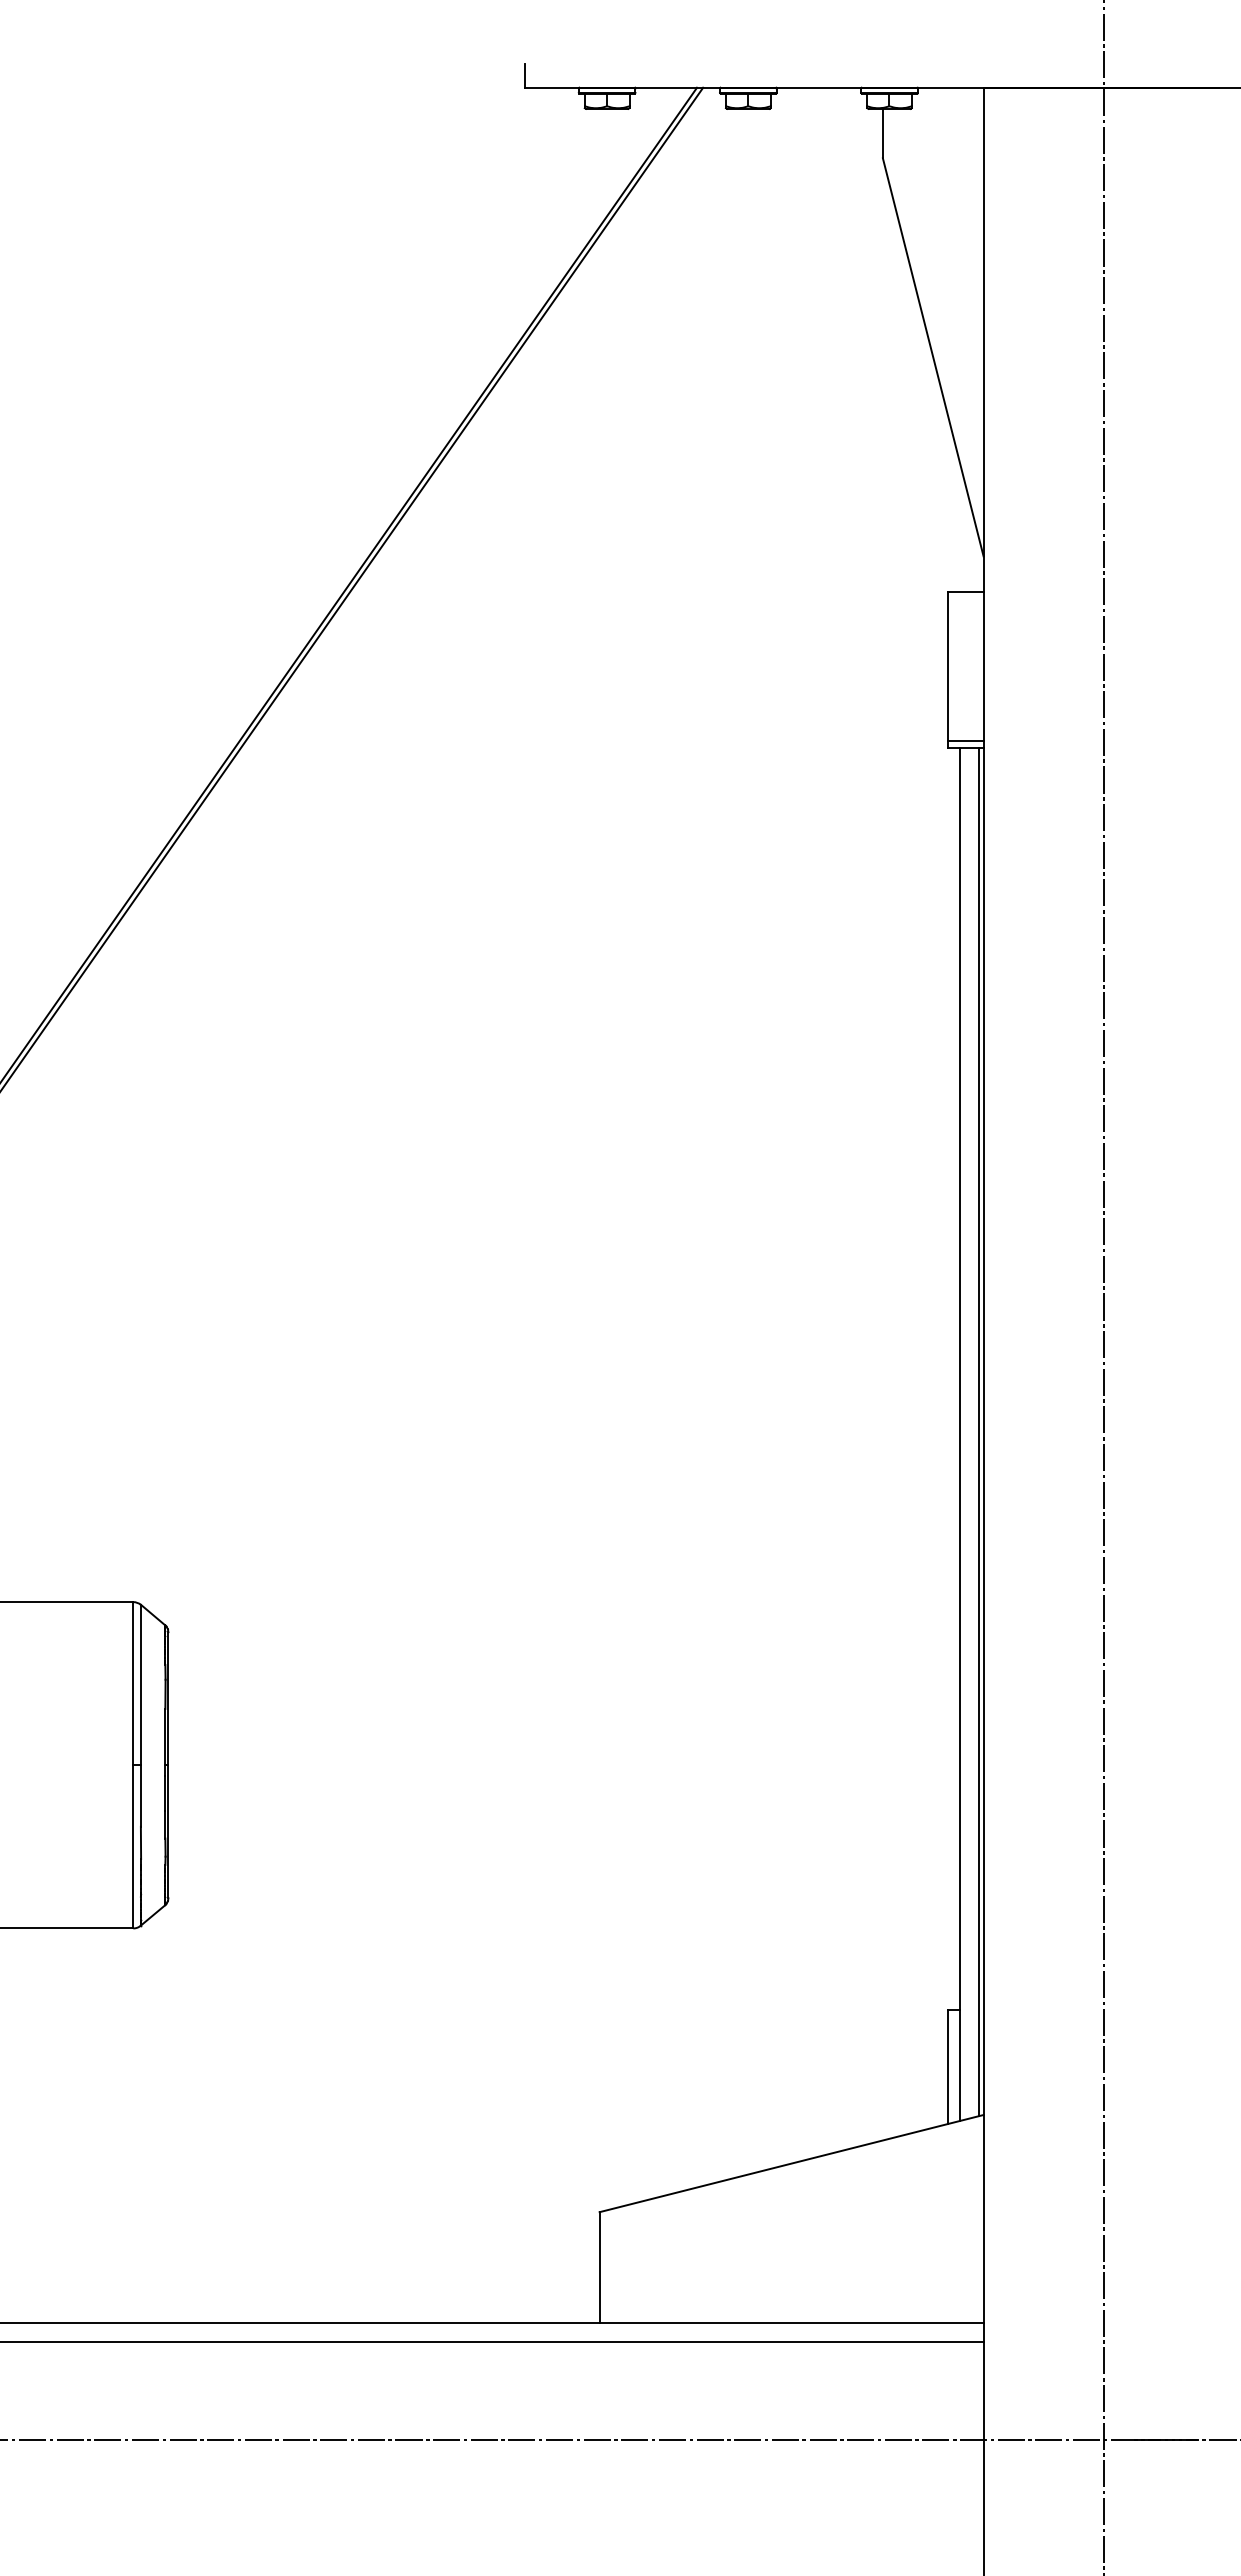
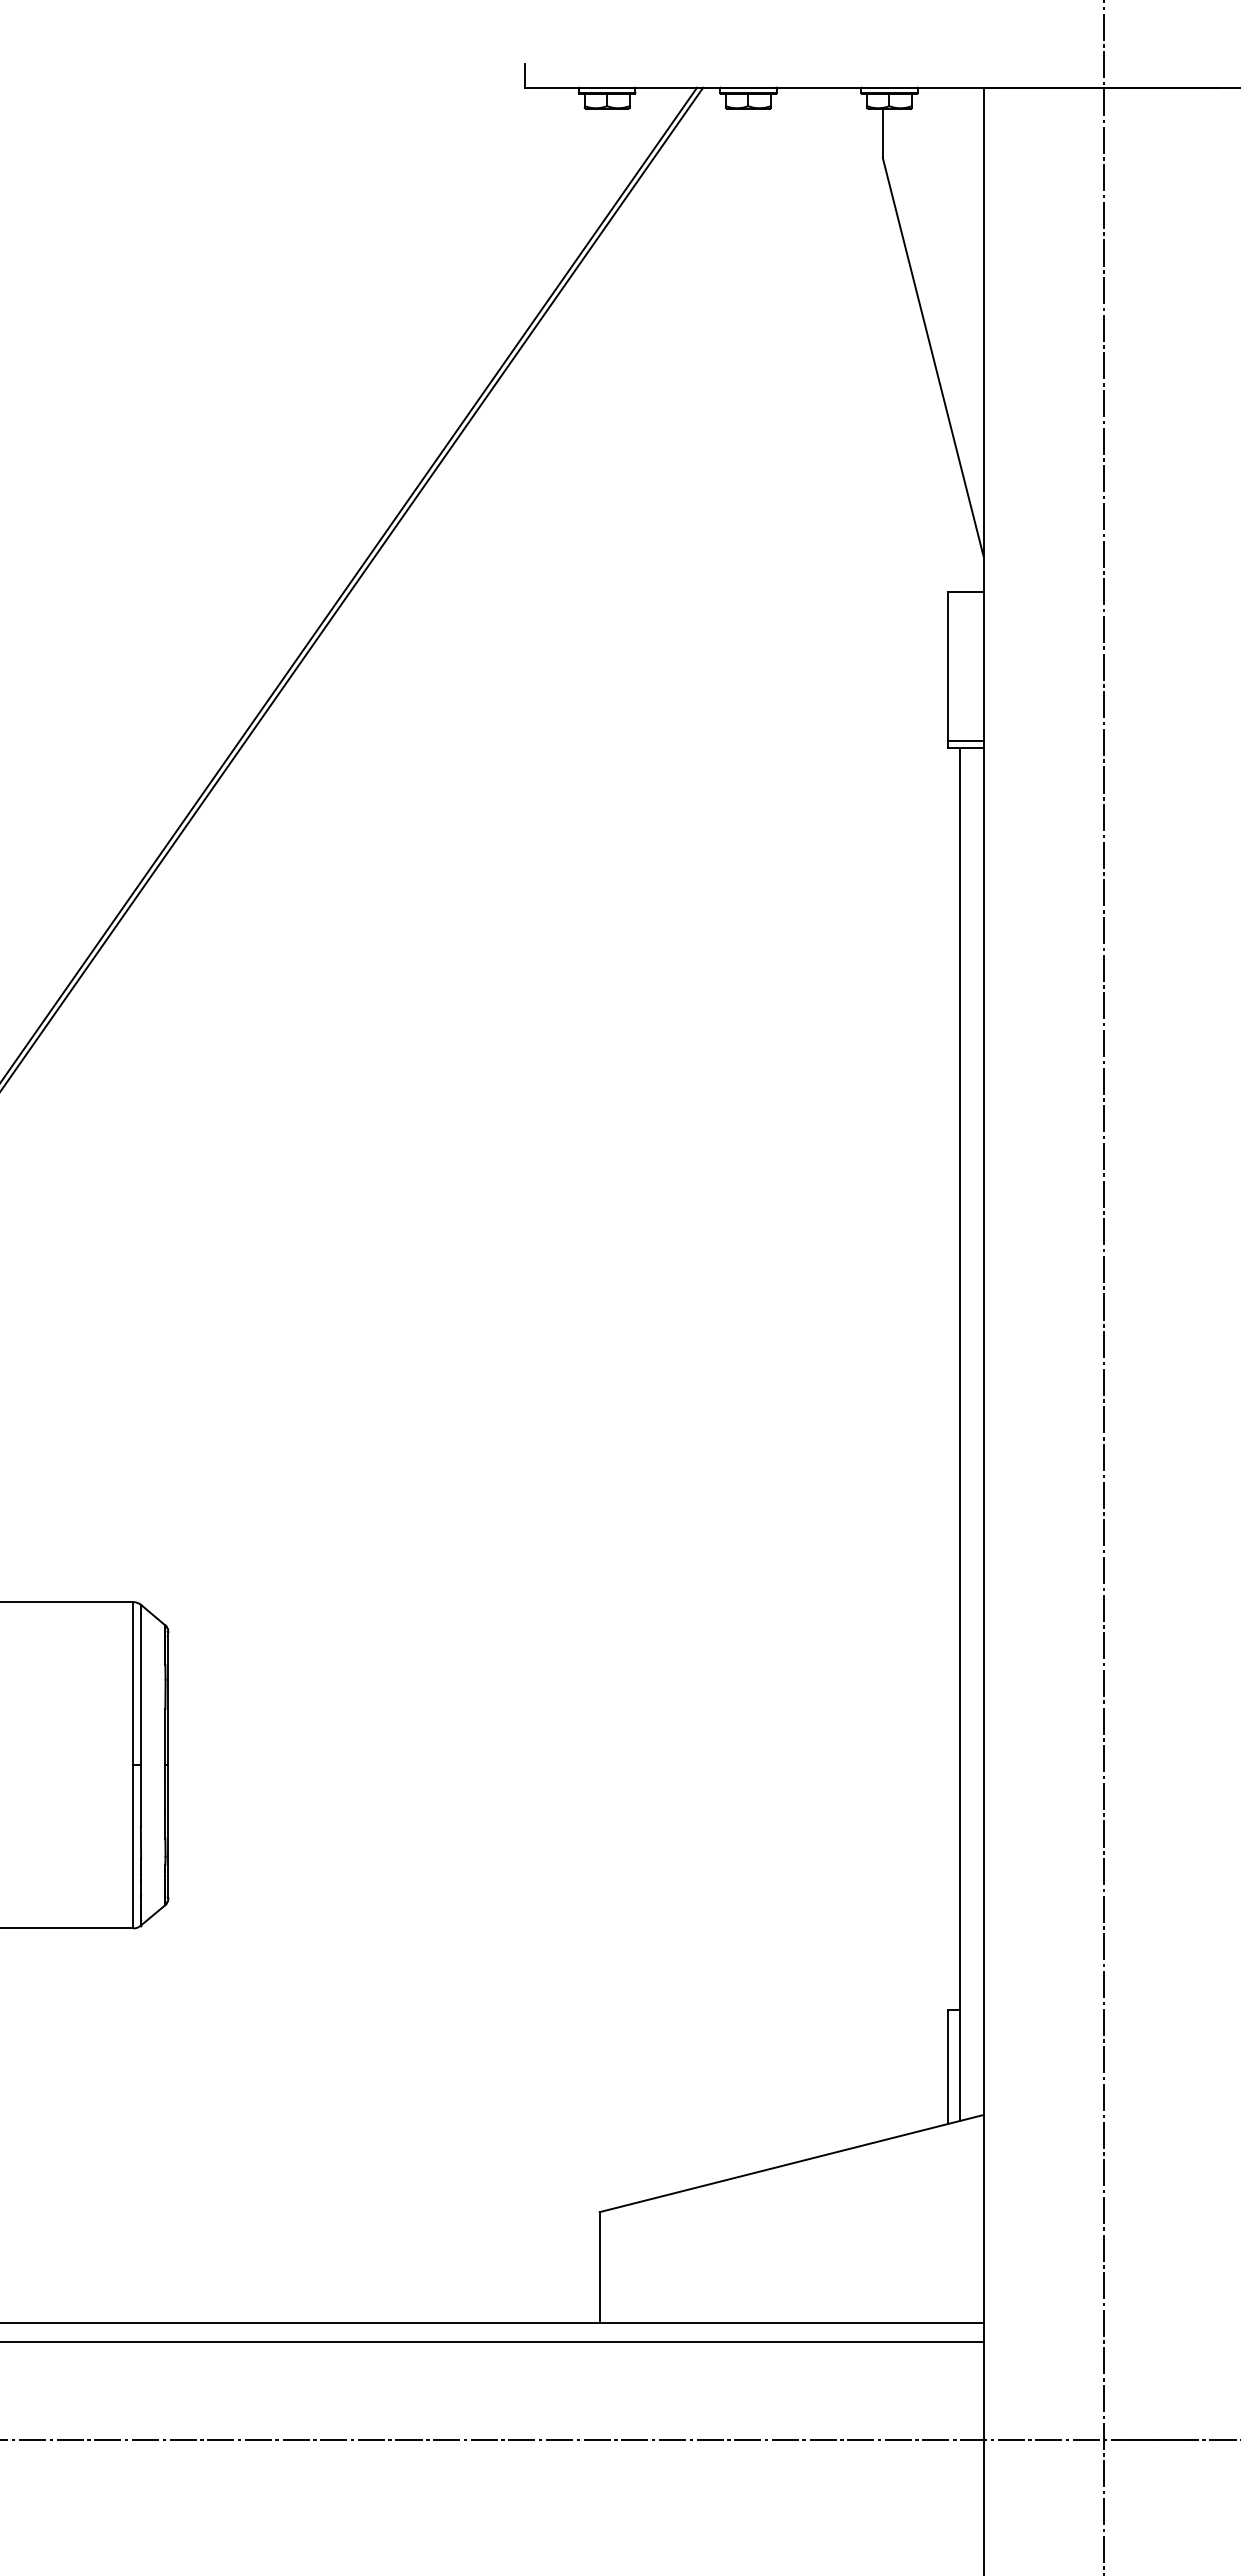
line at (978, 1432): present -> none
